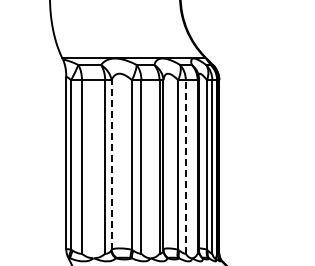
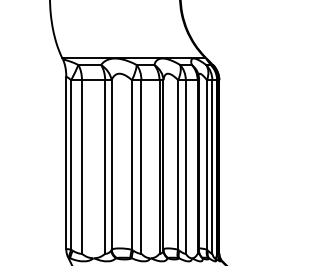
line at (111, 165): dashed -> solid
line at (185, 167): dashed -> solid
